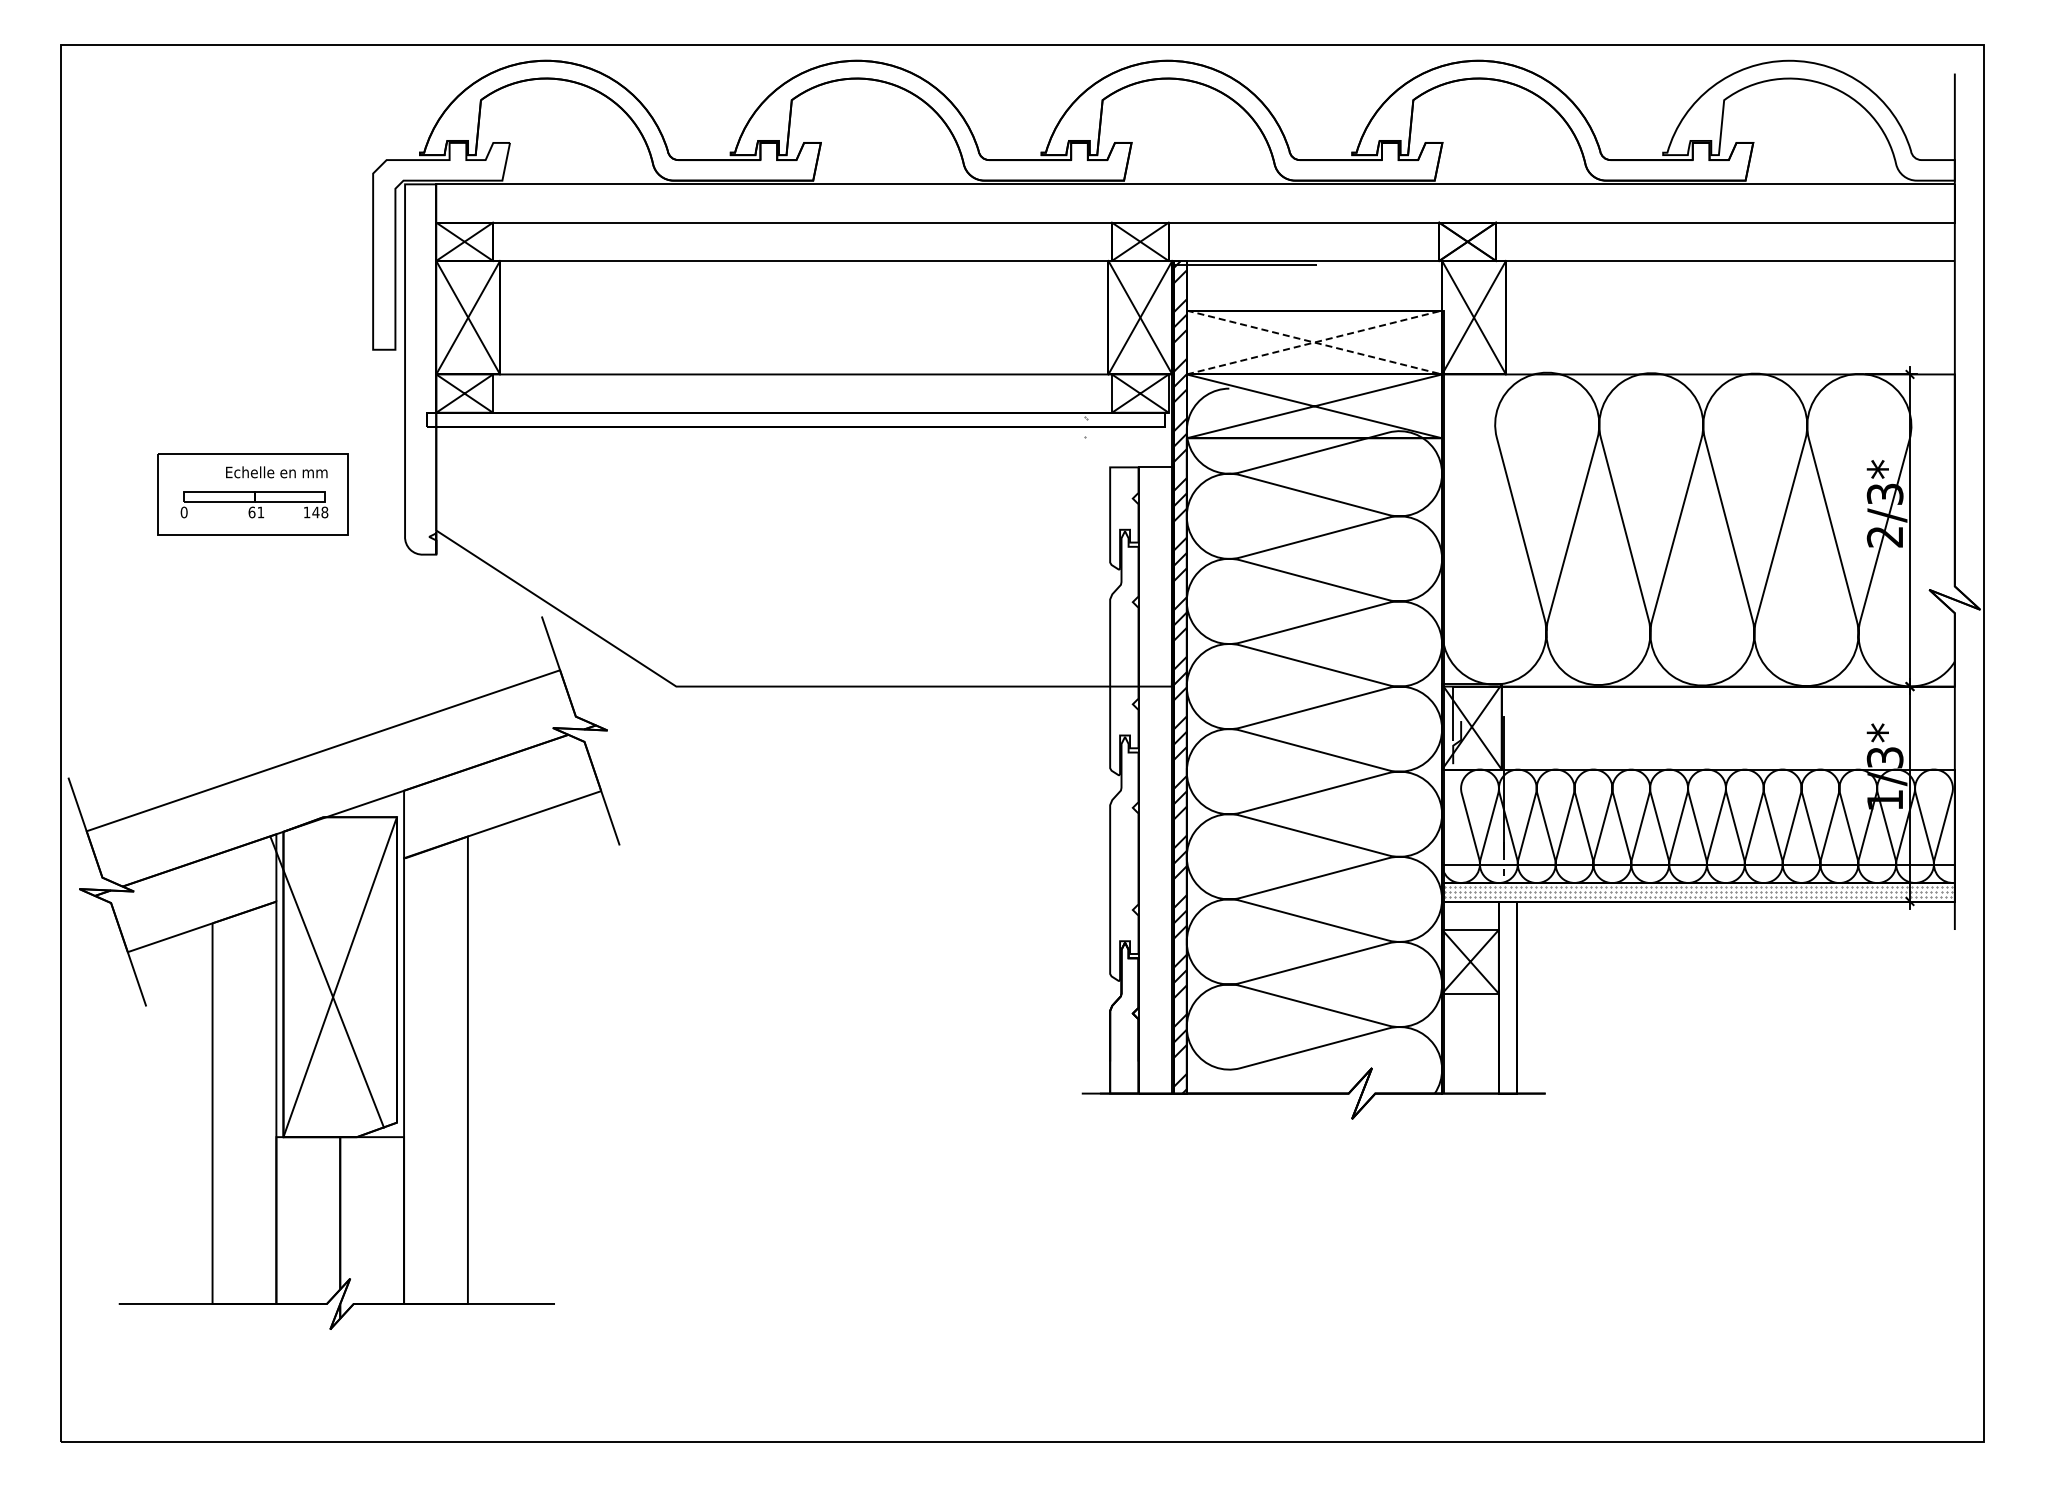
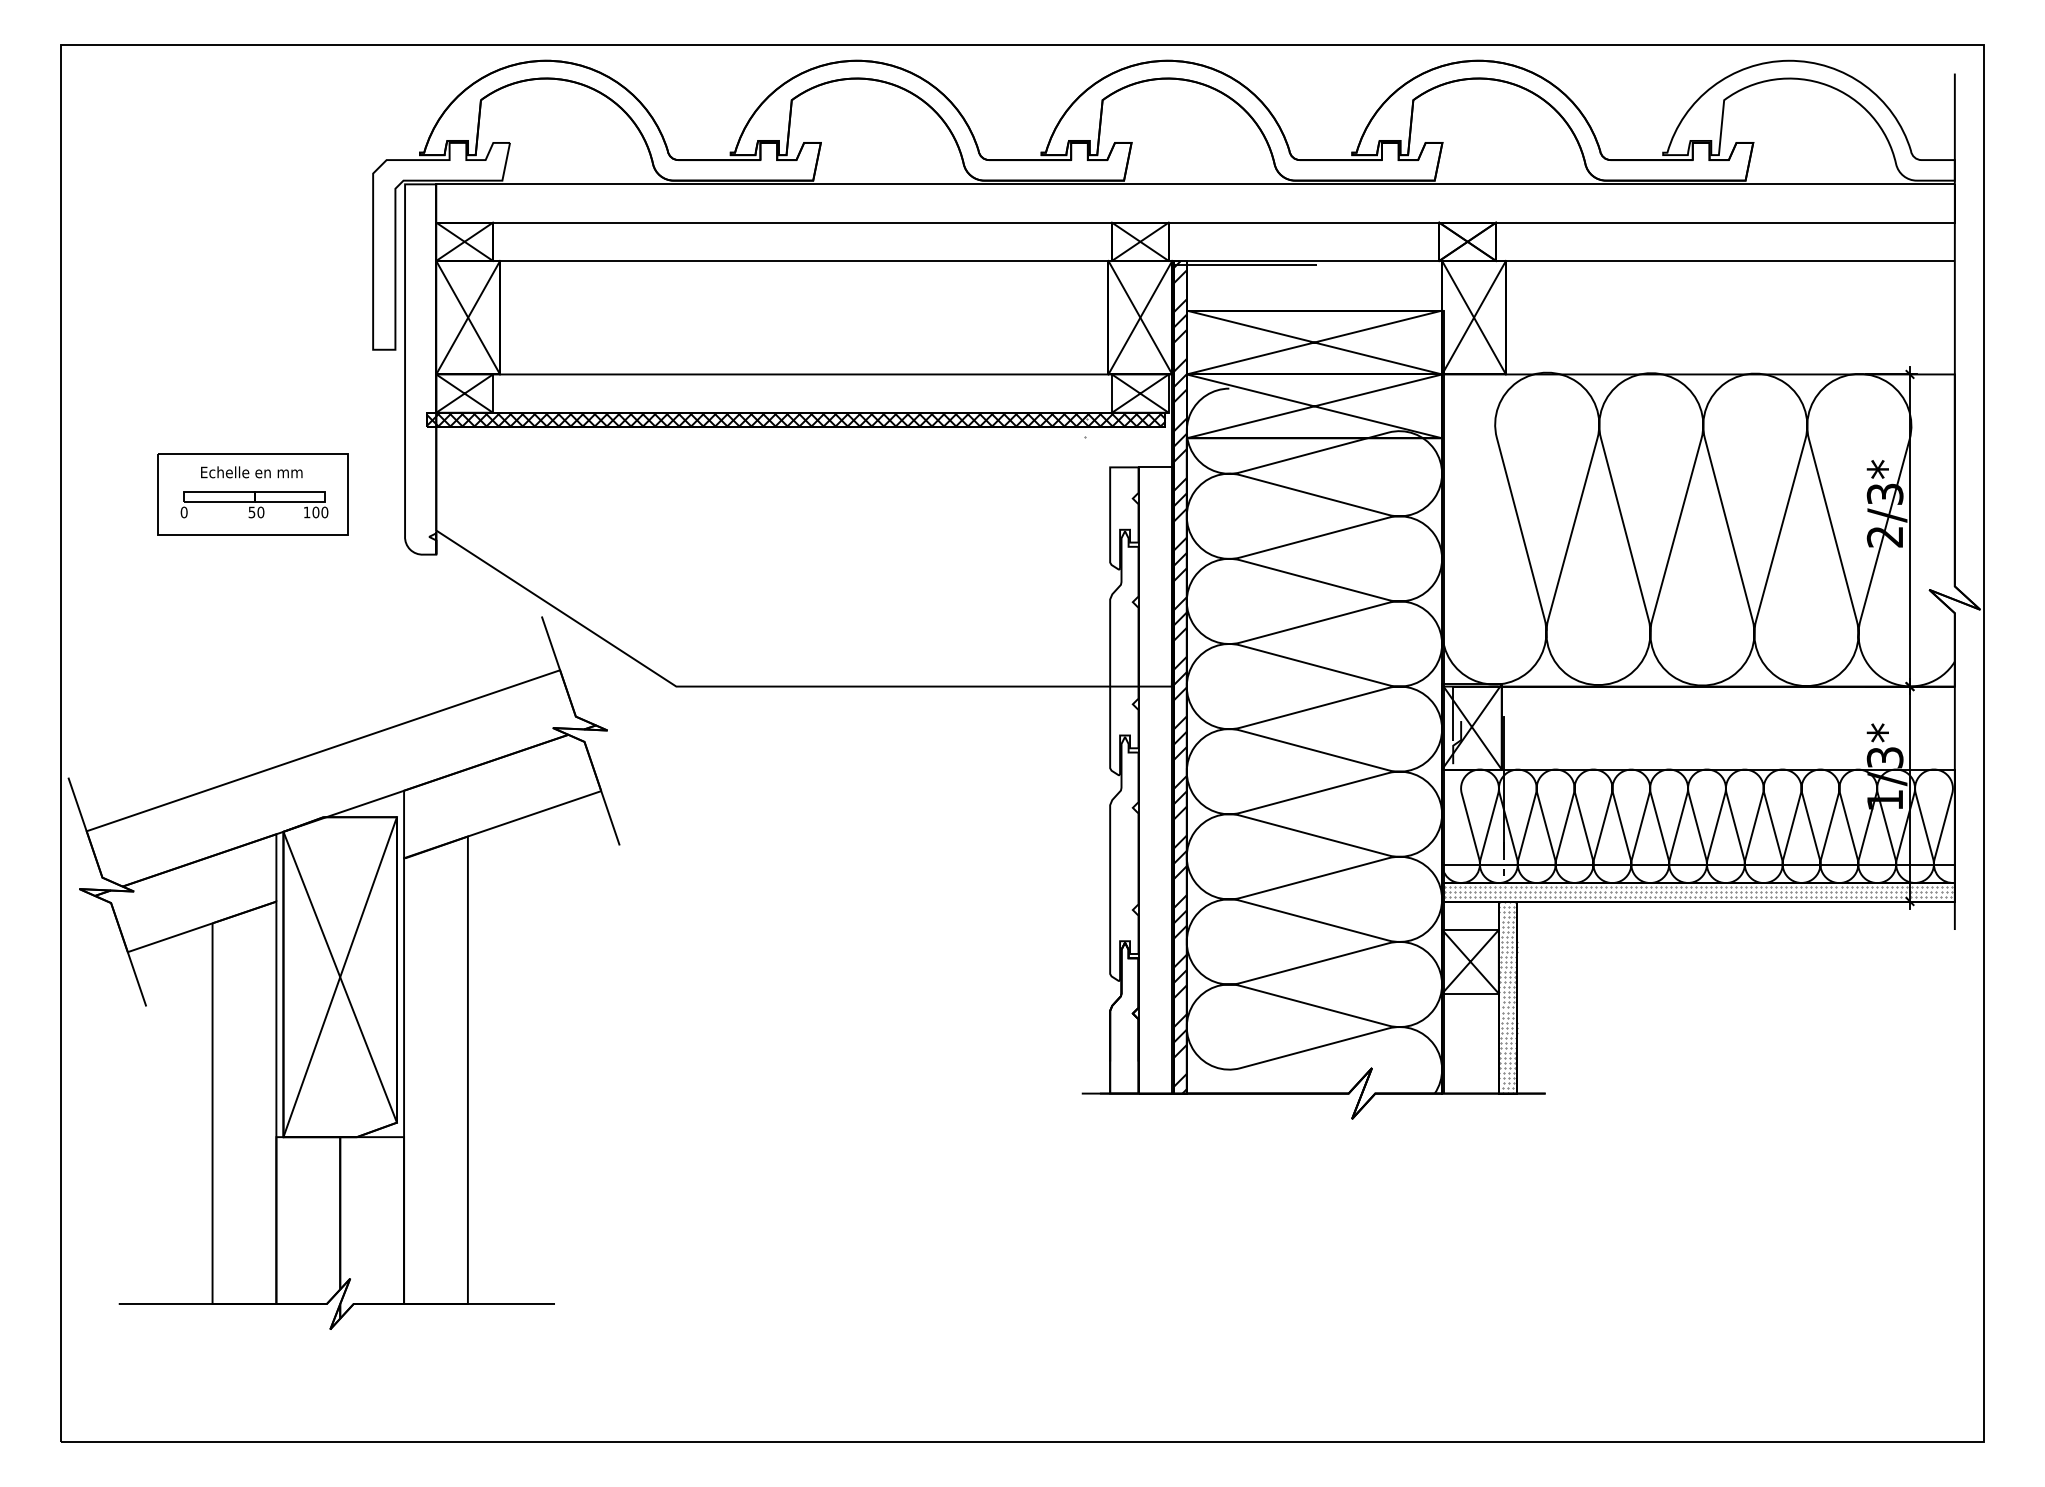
line at (1442, 342): dashed -> solid
hatch at (796, 419): none -> present
text at (276, 472) position: (276, 472) -> (251, 472)
text at (256, 512): 61 -> 50
text at (320, 512): 148 -> 100
line at (326, 981) position: (326, 981) -> (339, 976)
hatch at (1507, 997): none -> present
